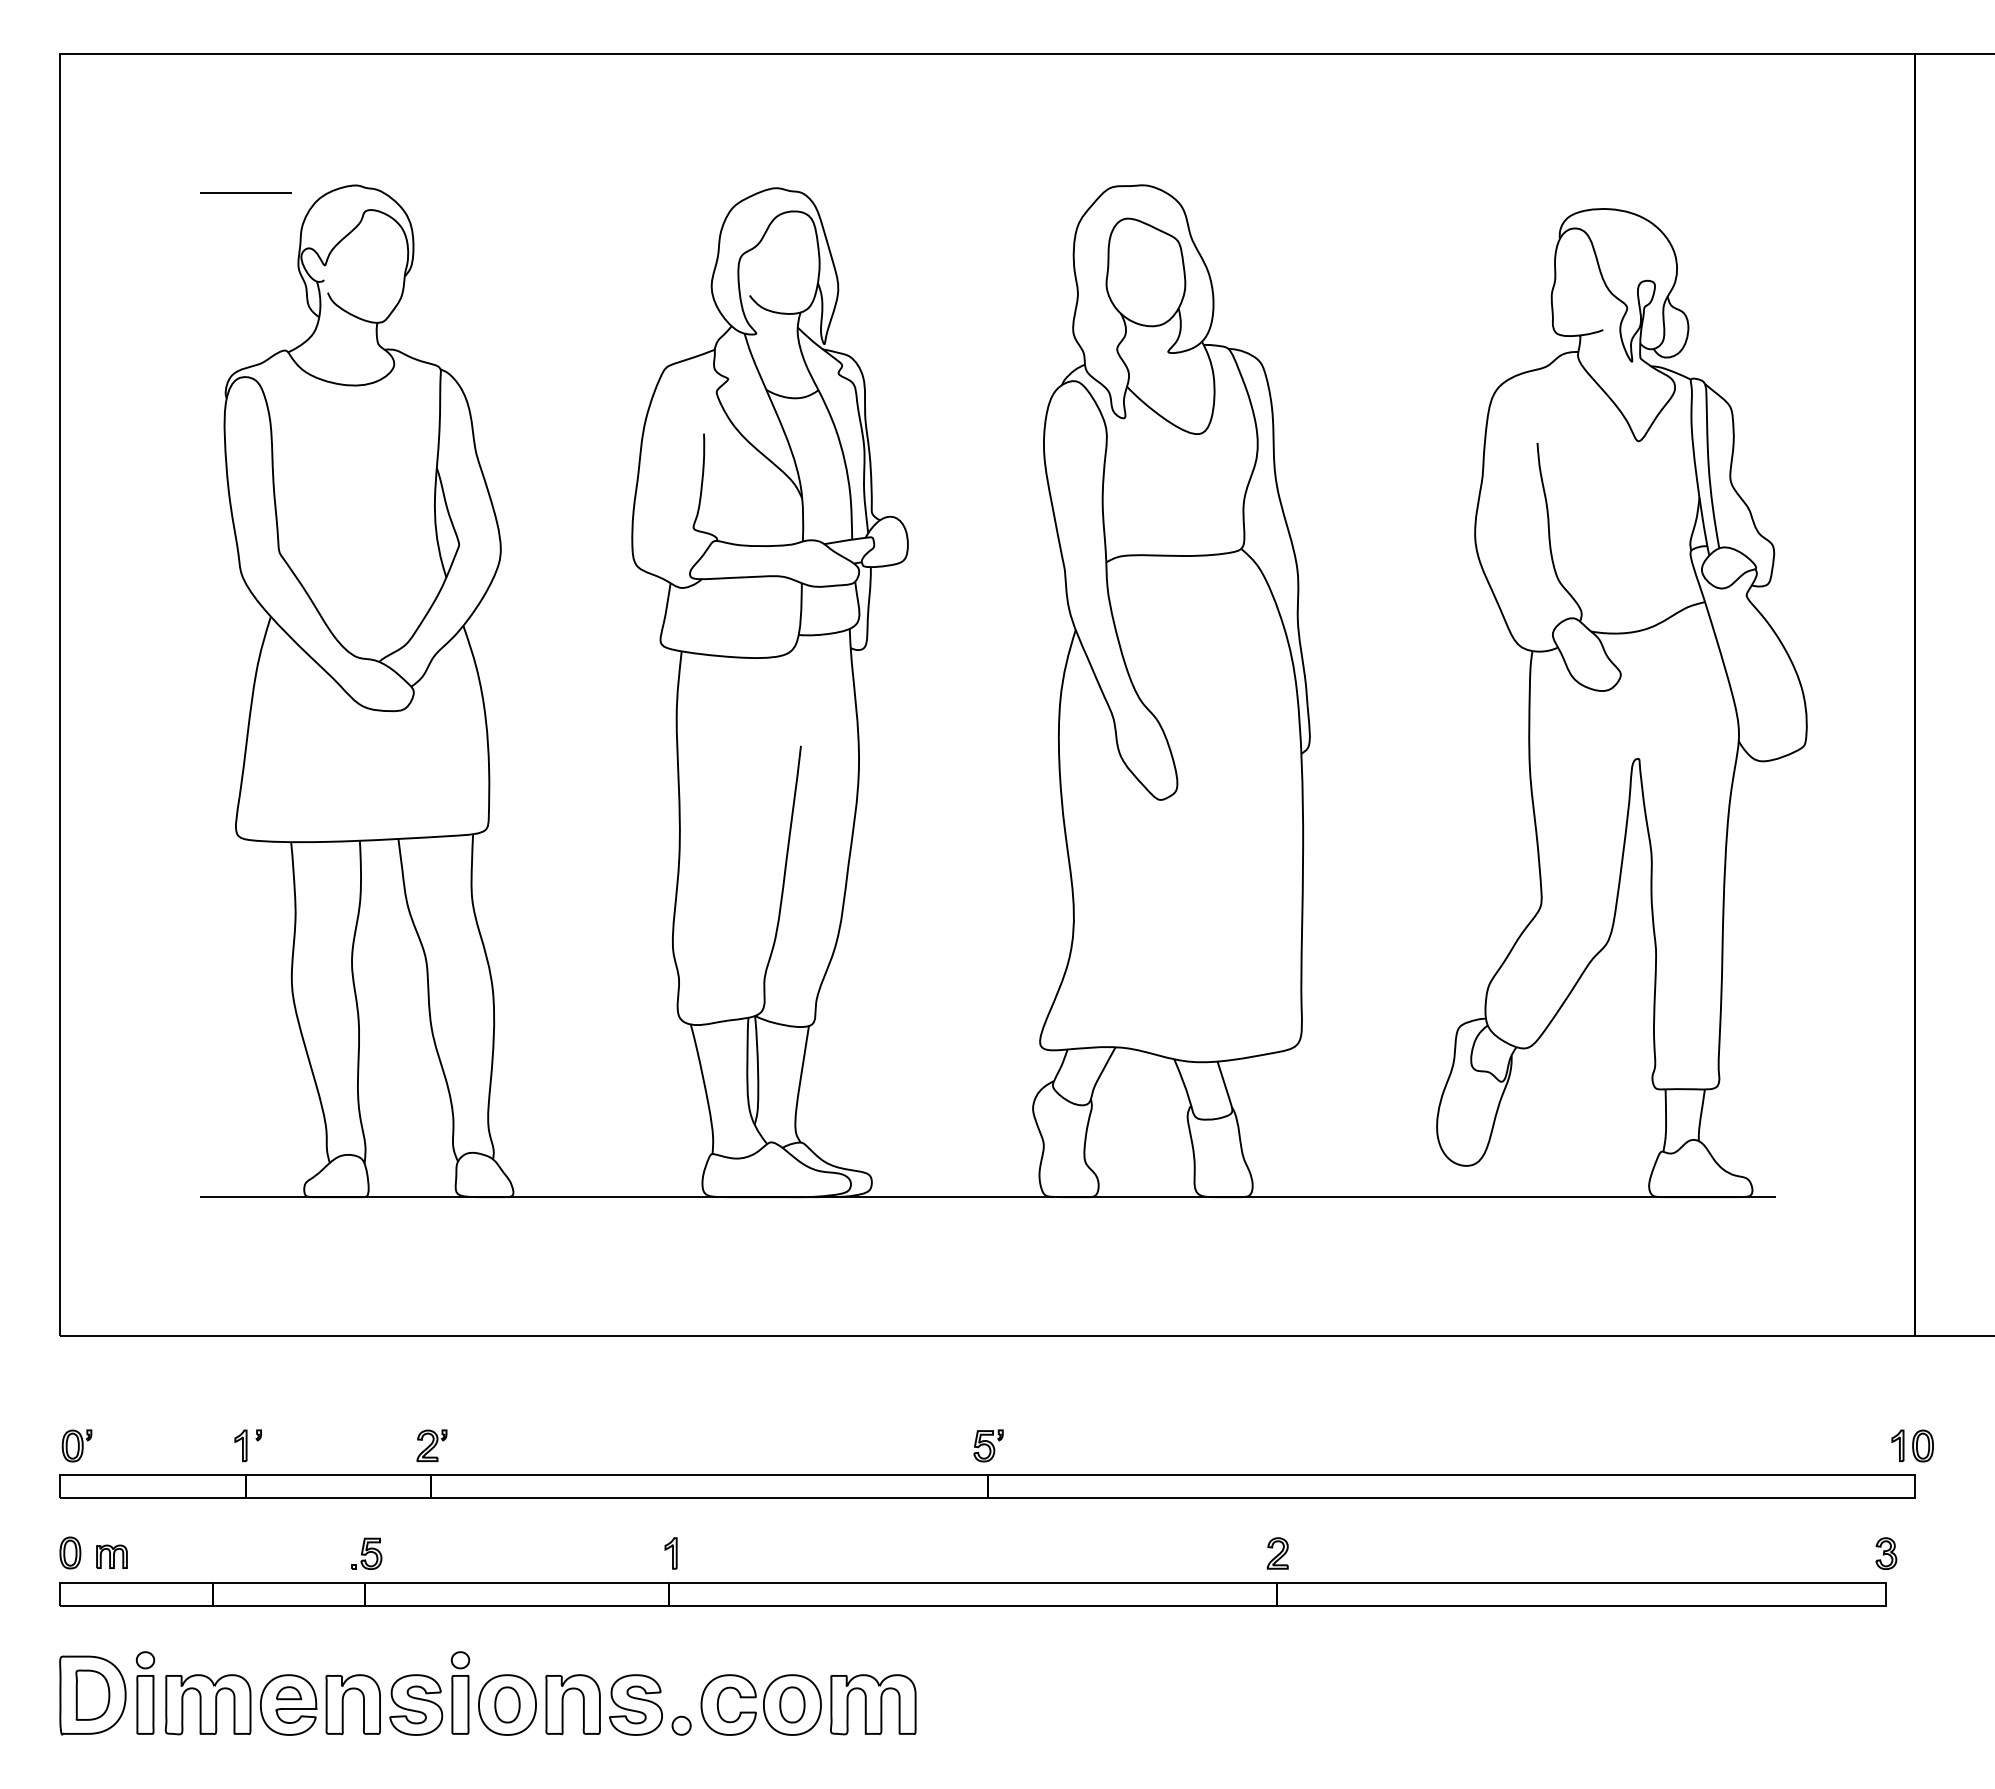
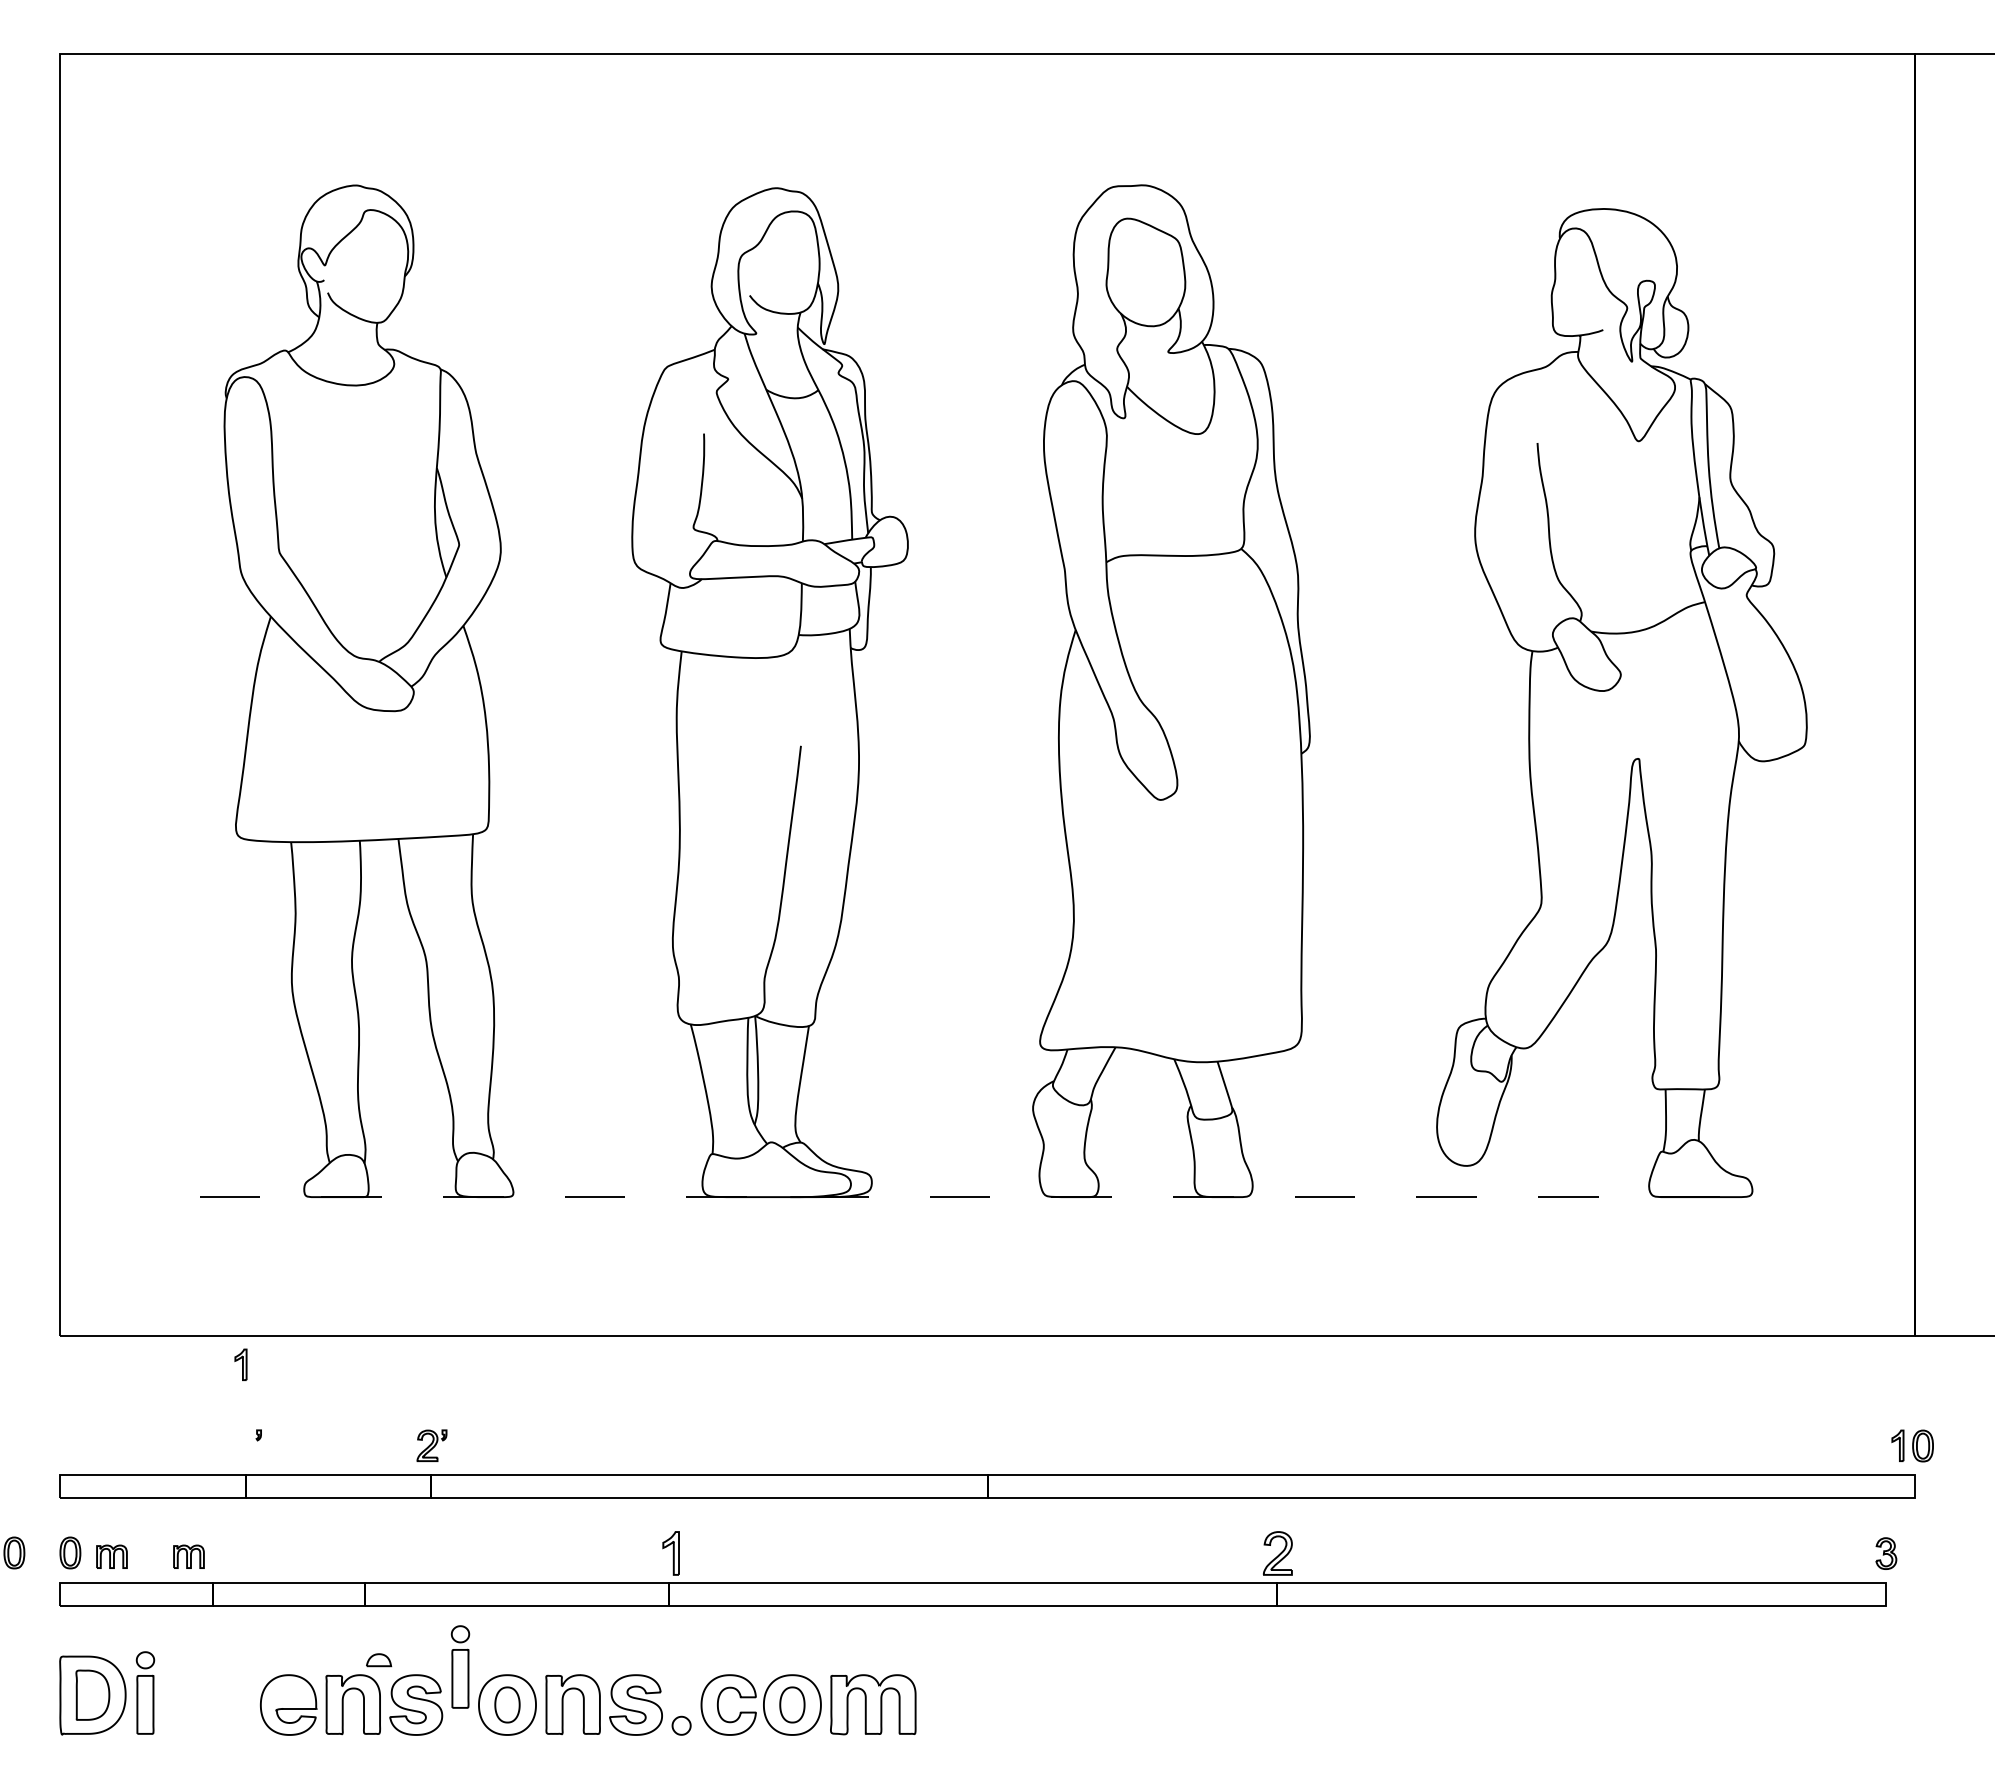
line at (245, 192): present -> none
line at (988, 1197): solid -> dashed
part at (76, 1445): present -> none
part at (240, 1445) position: (240, 1445) -> (240, 1364)
part at (988, 1445): present -> none
part at (14, 1552): none -> present
part at (366, 1553): present -> none
part at (670, 1553) size: 14x33 px -> 18x45 px
part at (1277, 1553) size: 23x33 px -> 30x45 px
part at (188, 1556): none -> present
part at (460, 1692) position: (460, 1692) -> (460, 1666)
part at (289, 1693) position: (289, 1693) -> (379, 1660)
part at (207, 1704): present -> none
